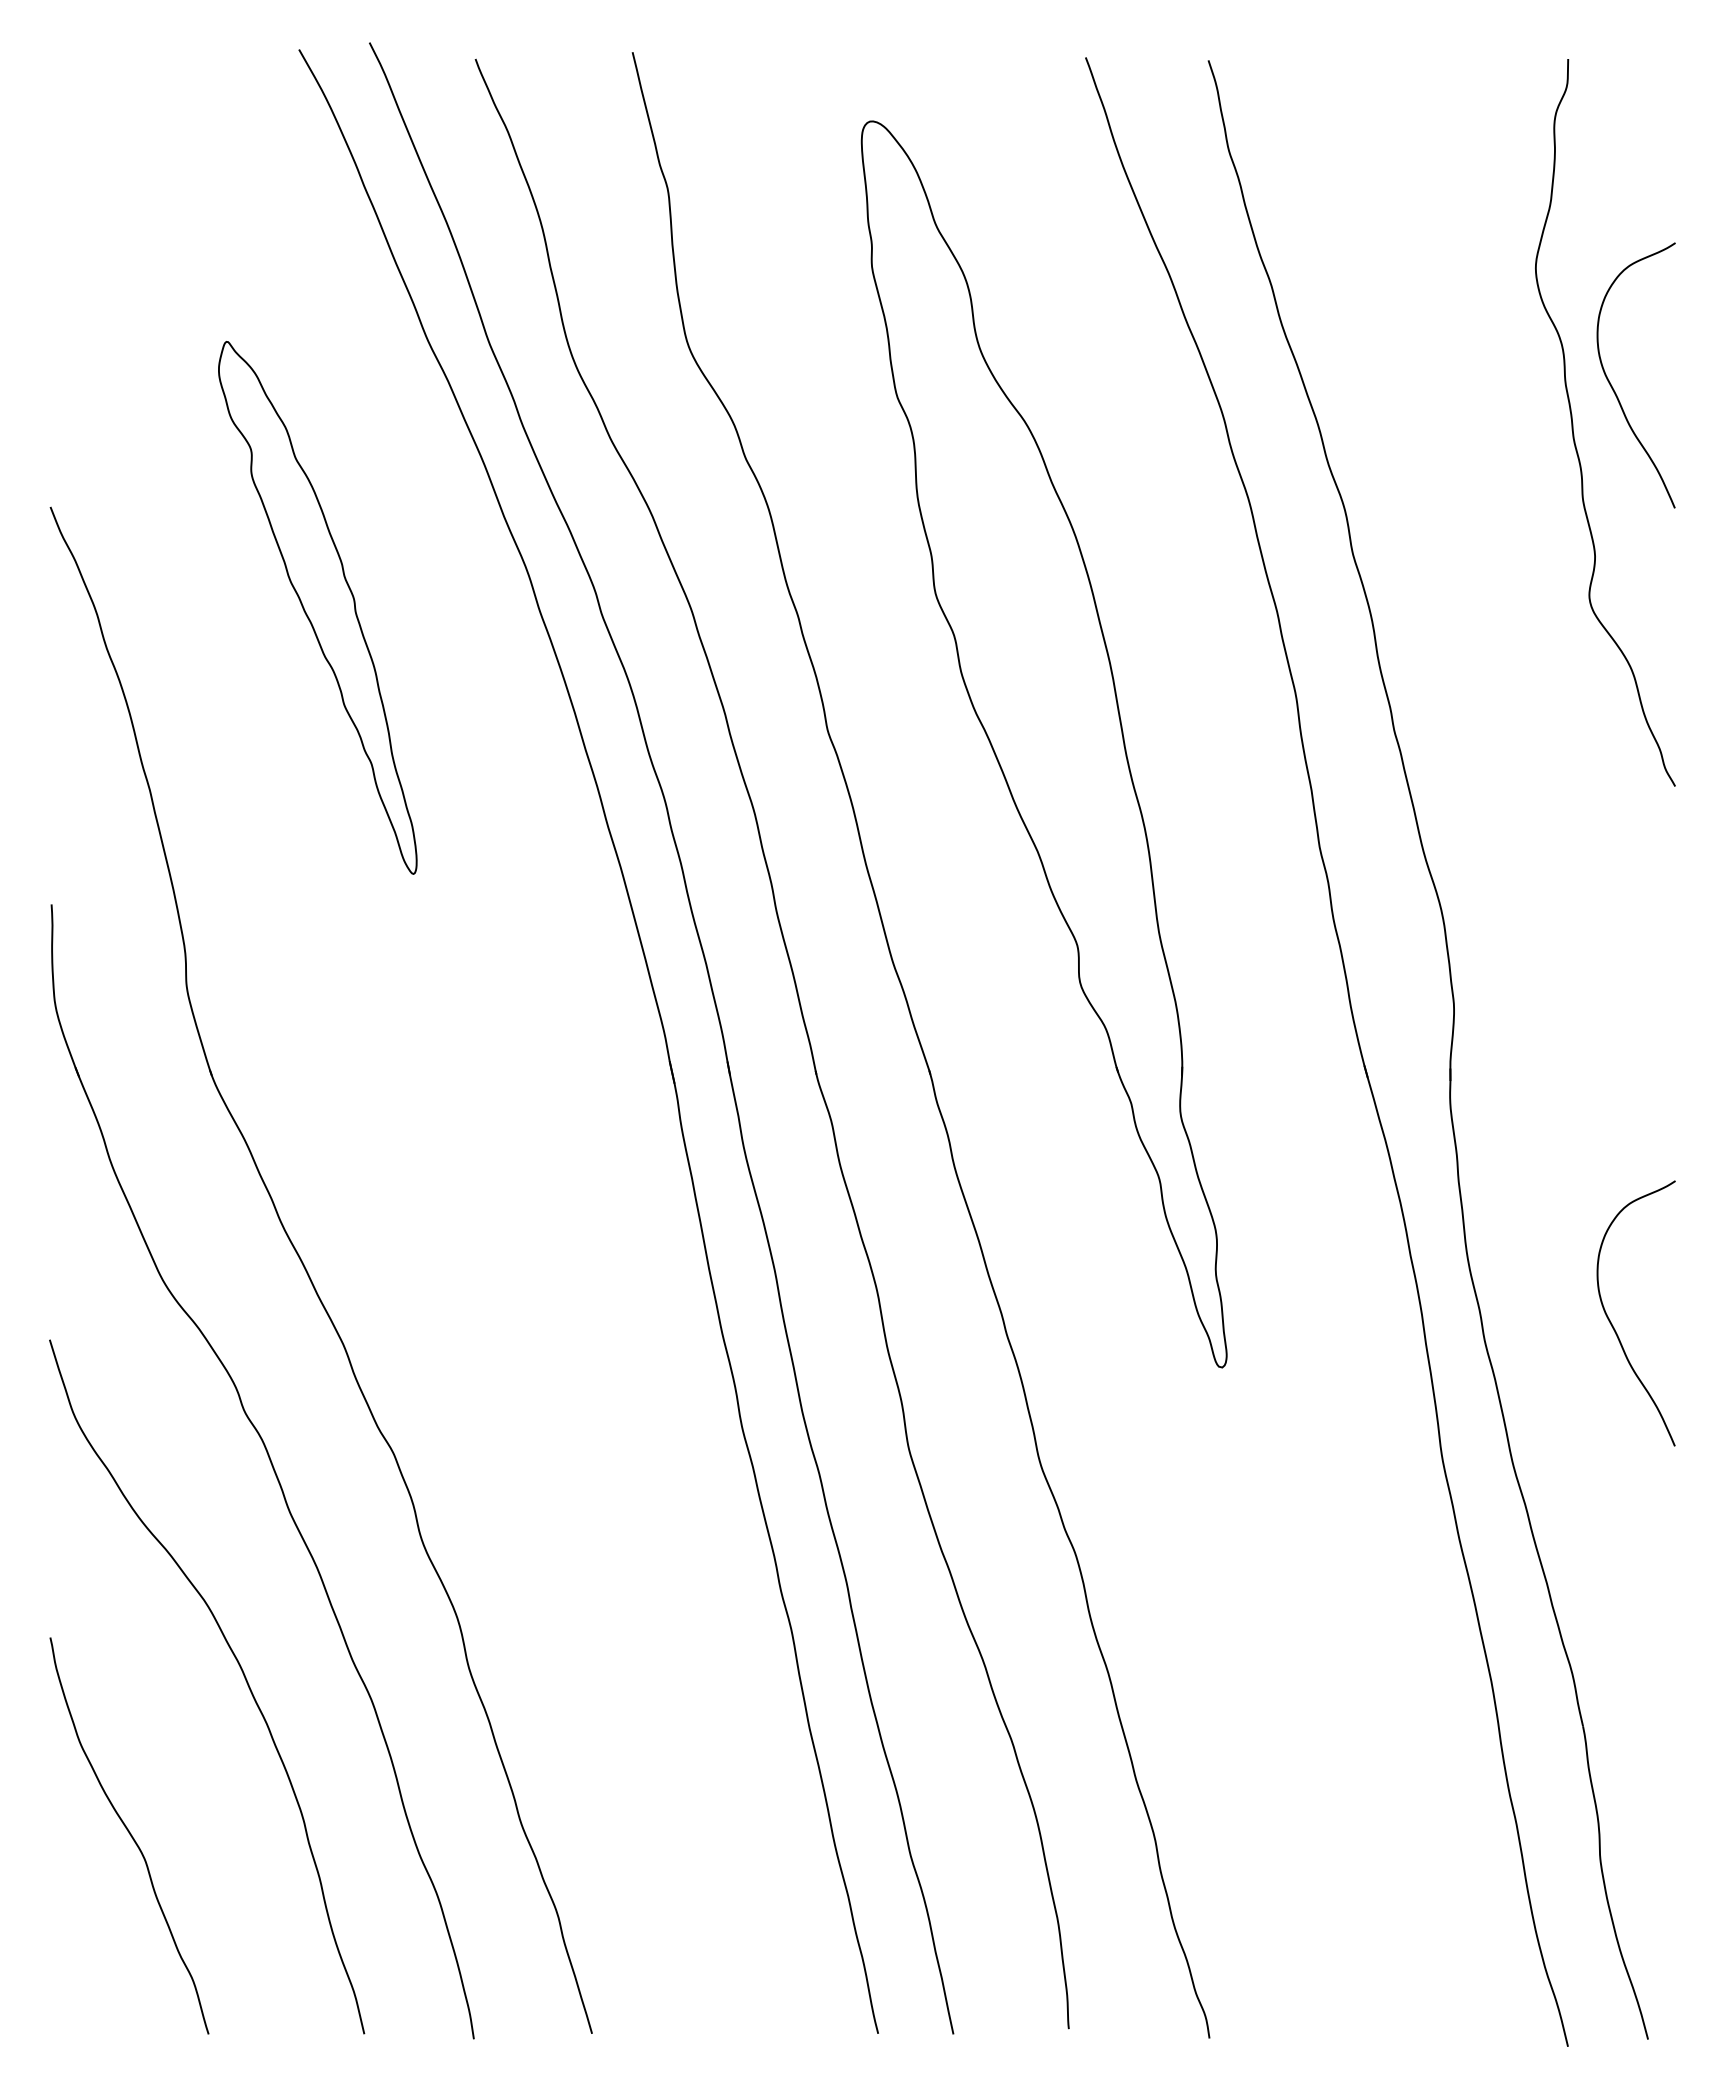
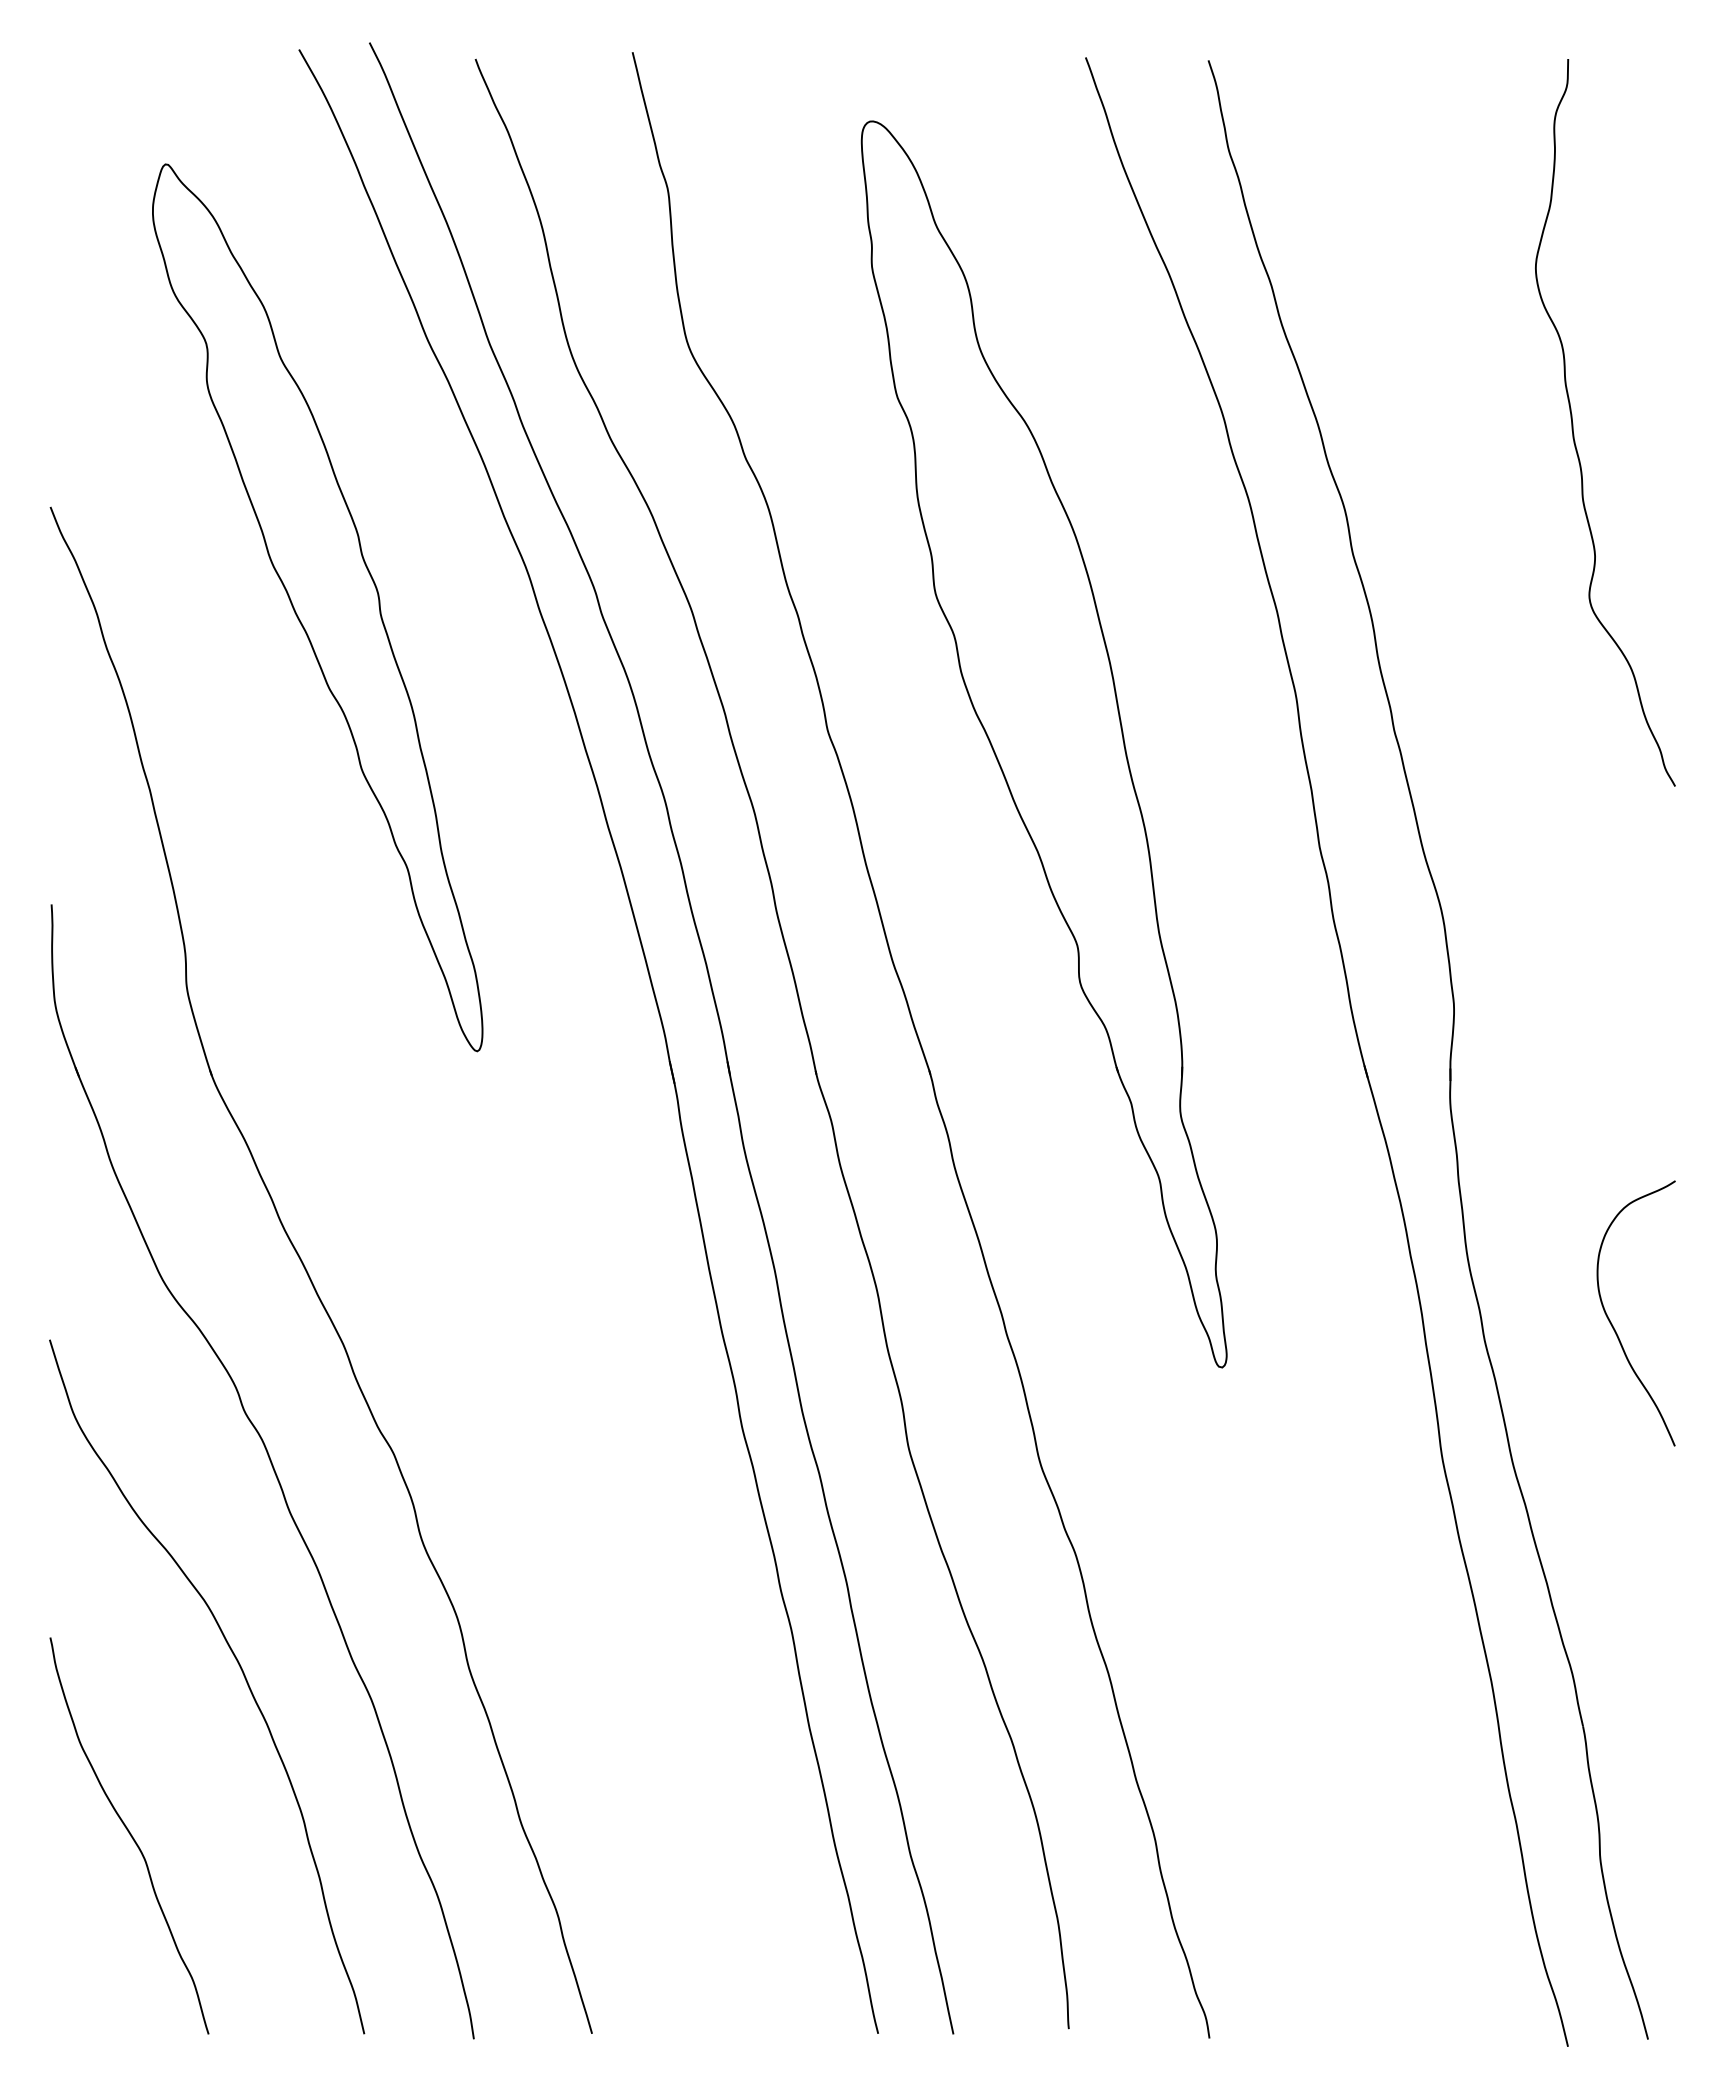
curve at (1613, 387): present -> none
part at (317, 607) size: 200x534 px -> 332x890 px
